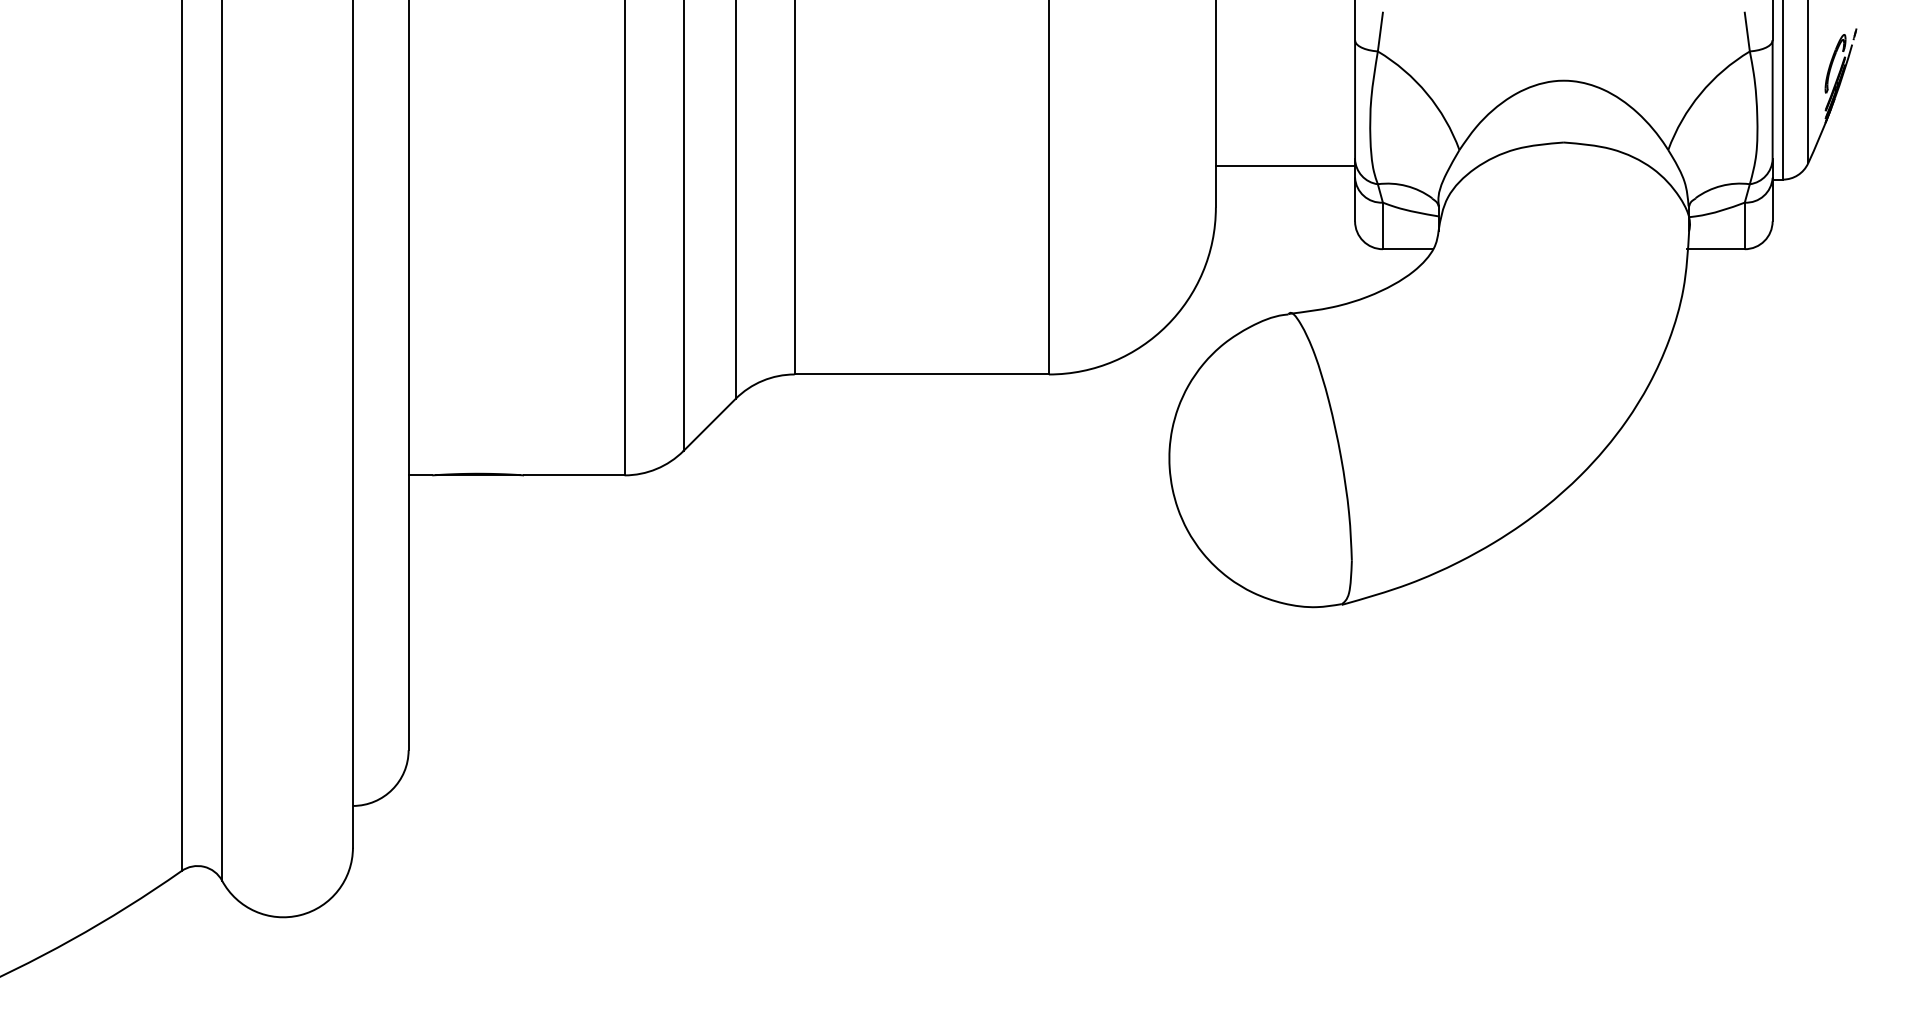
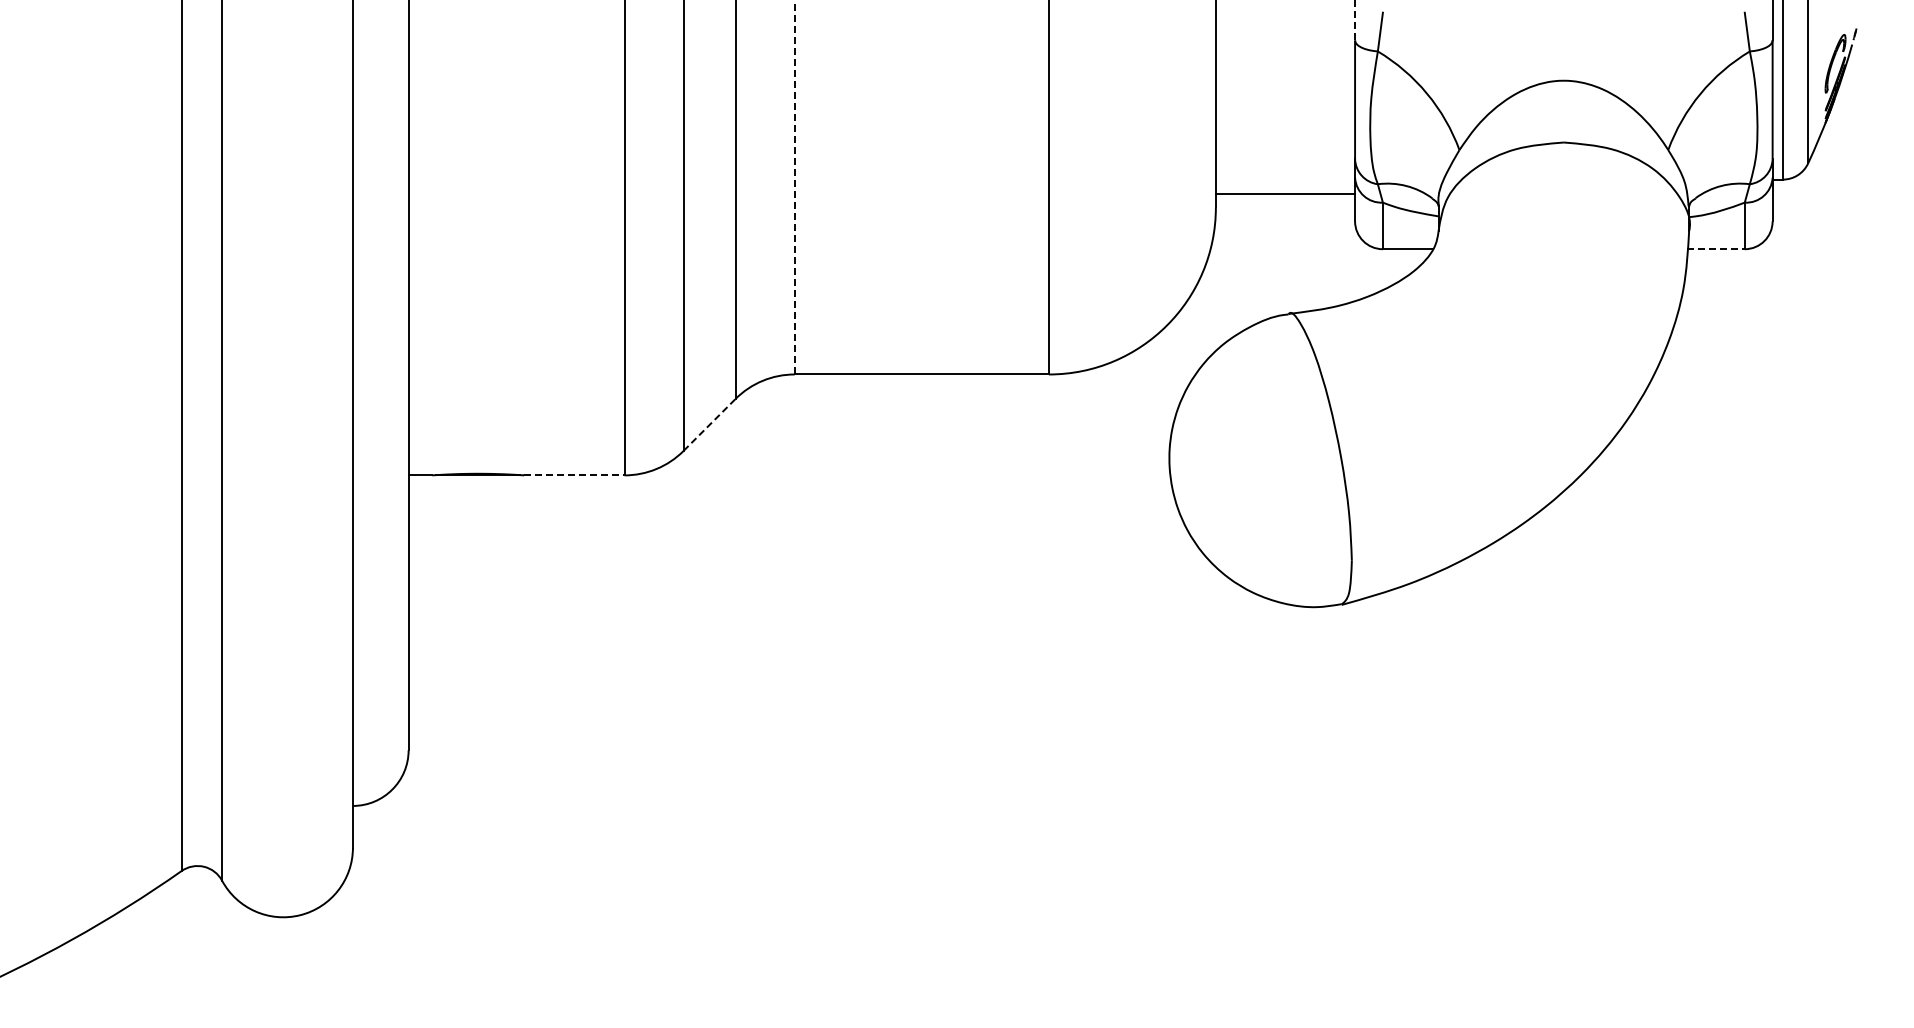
line at (1355, 19): solid -> dashed
line at (1285, 165) position: (1285, 165) -> (1285, 193)
line at (794, 187): solid -> dashed
line at (1716, 249): solid -> dashed
line at (709, 424): solid -> dashed
line at (574, 475): solid -> dashed
